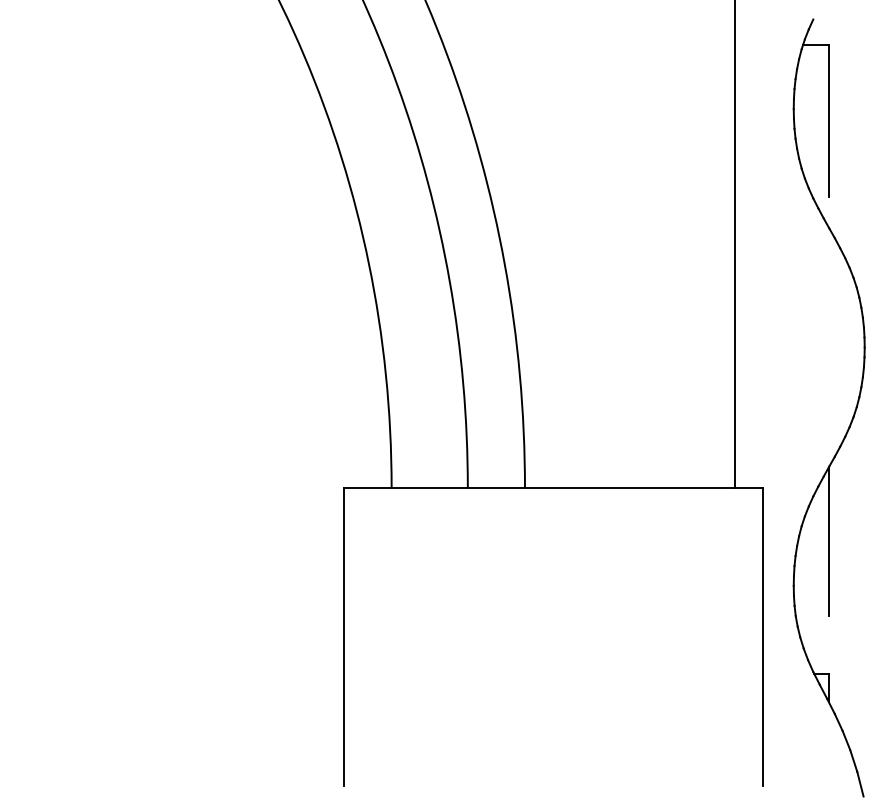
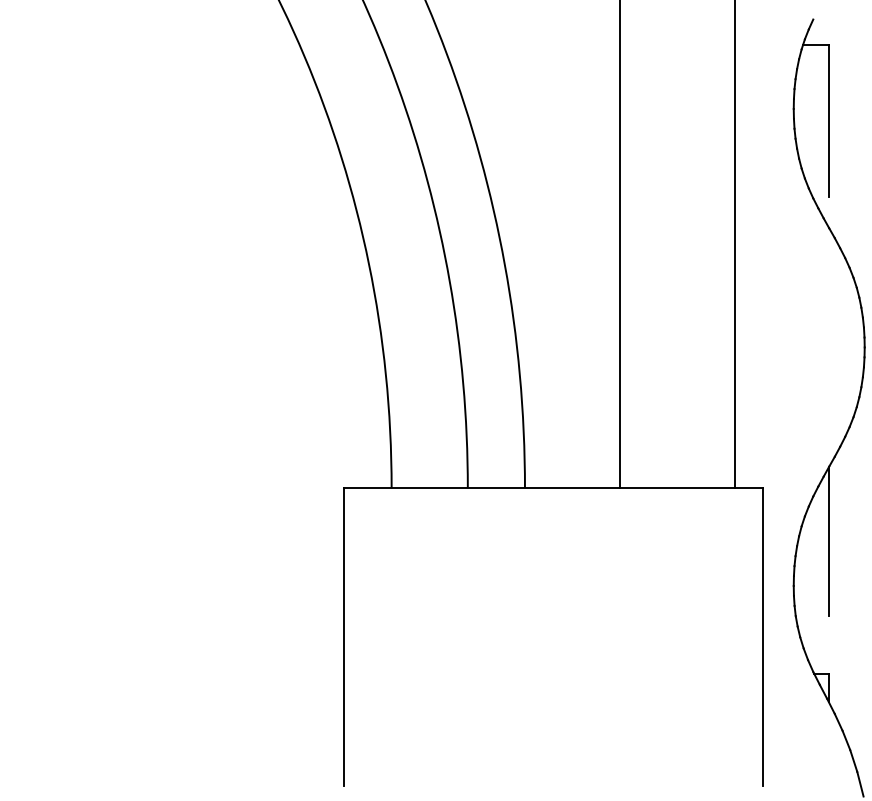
line at (620, 245): none -> present
